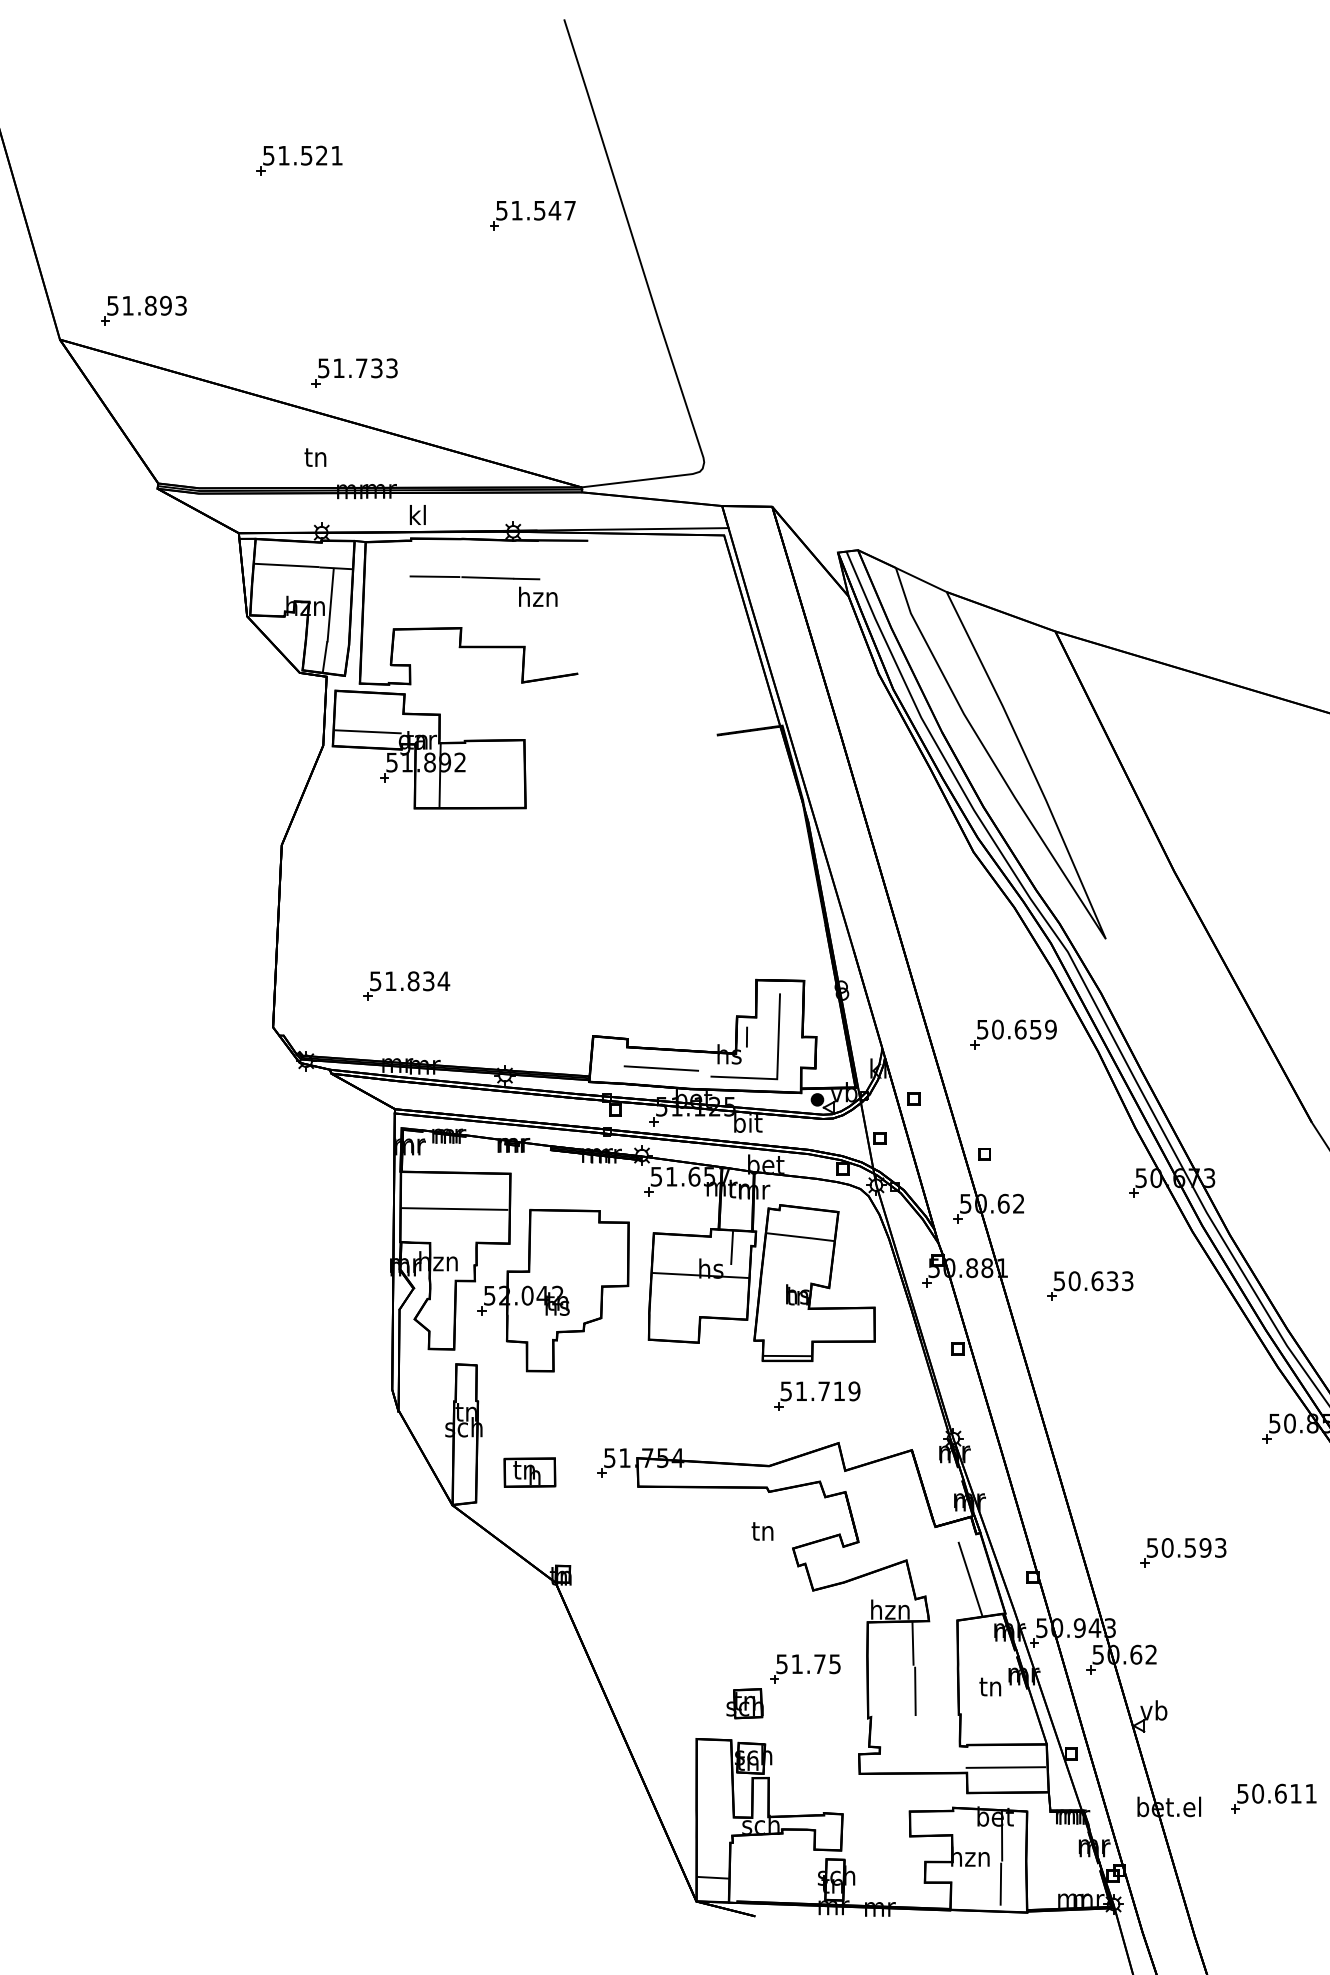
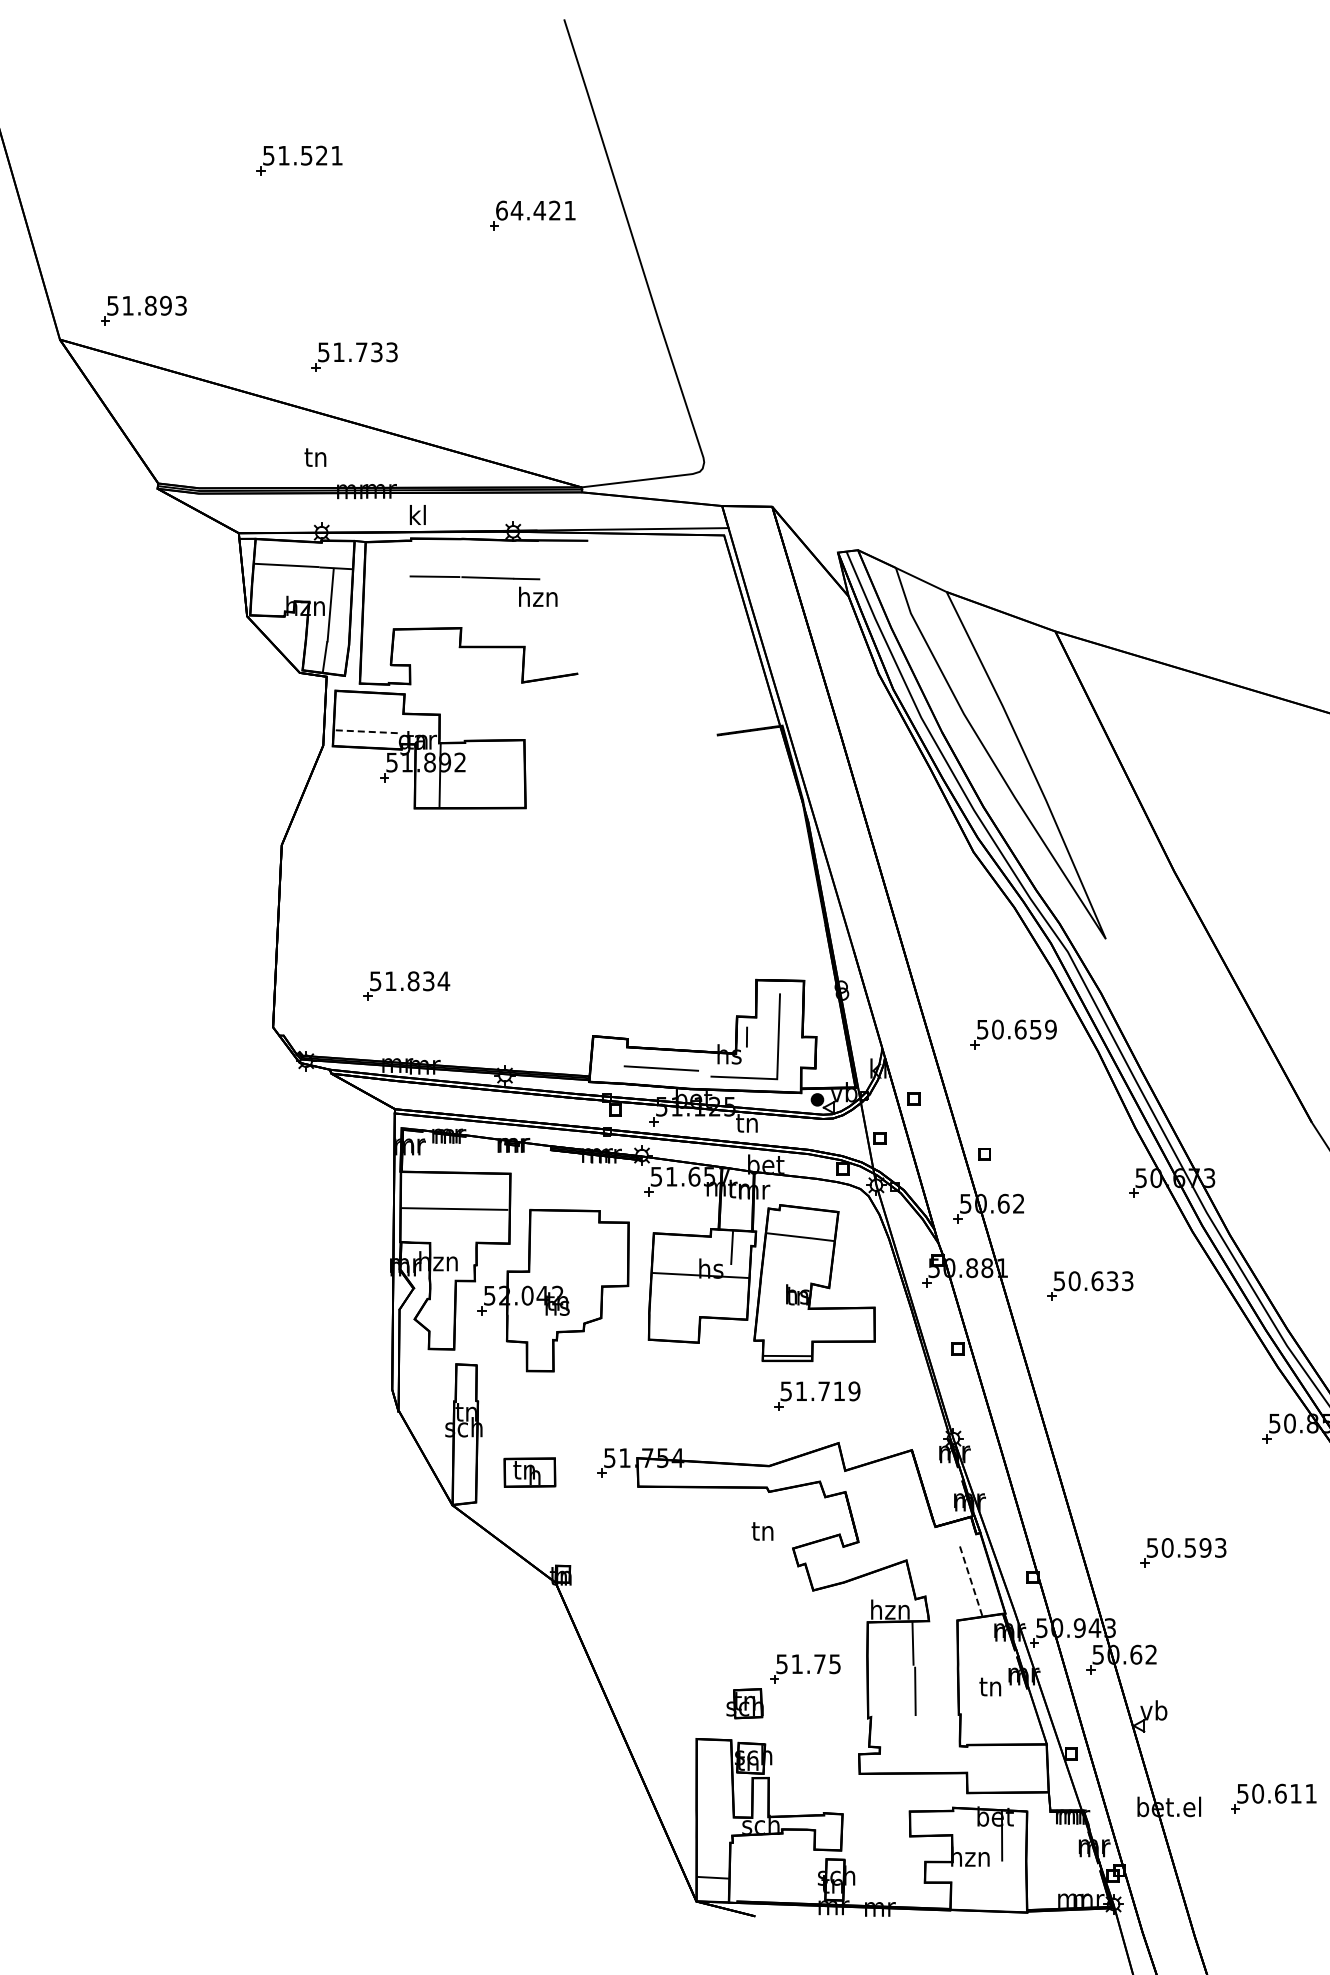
text at (535, 210): 51.547 -> 64.421
part at (354, 372) position: (354, 372) -> (354, 356)
line at (368, 731): solid -> dashed
text at (748, 1122): bit -> tn
line at (970, 1578): solid -> dashed
line at (1005, 1767): present -> none
line at (1000, 1883): present -> none
